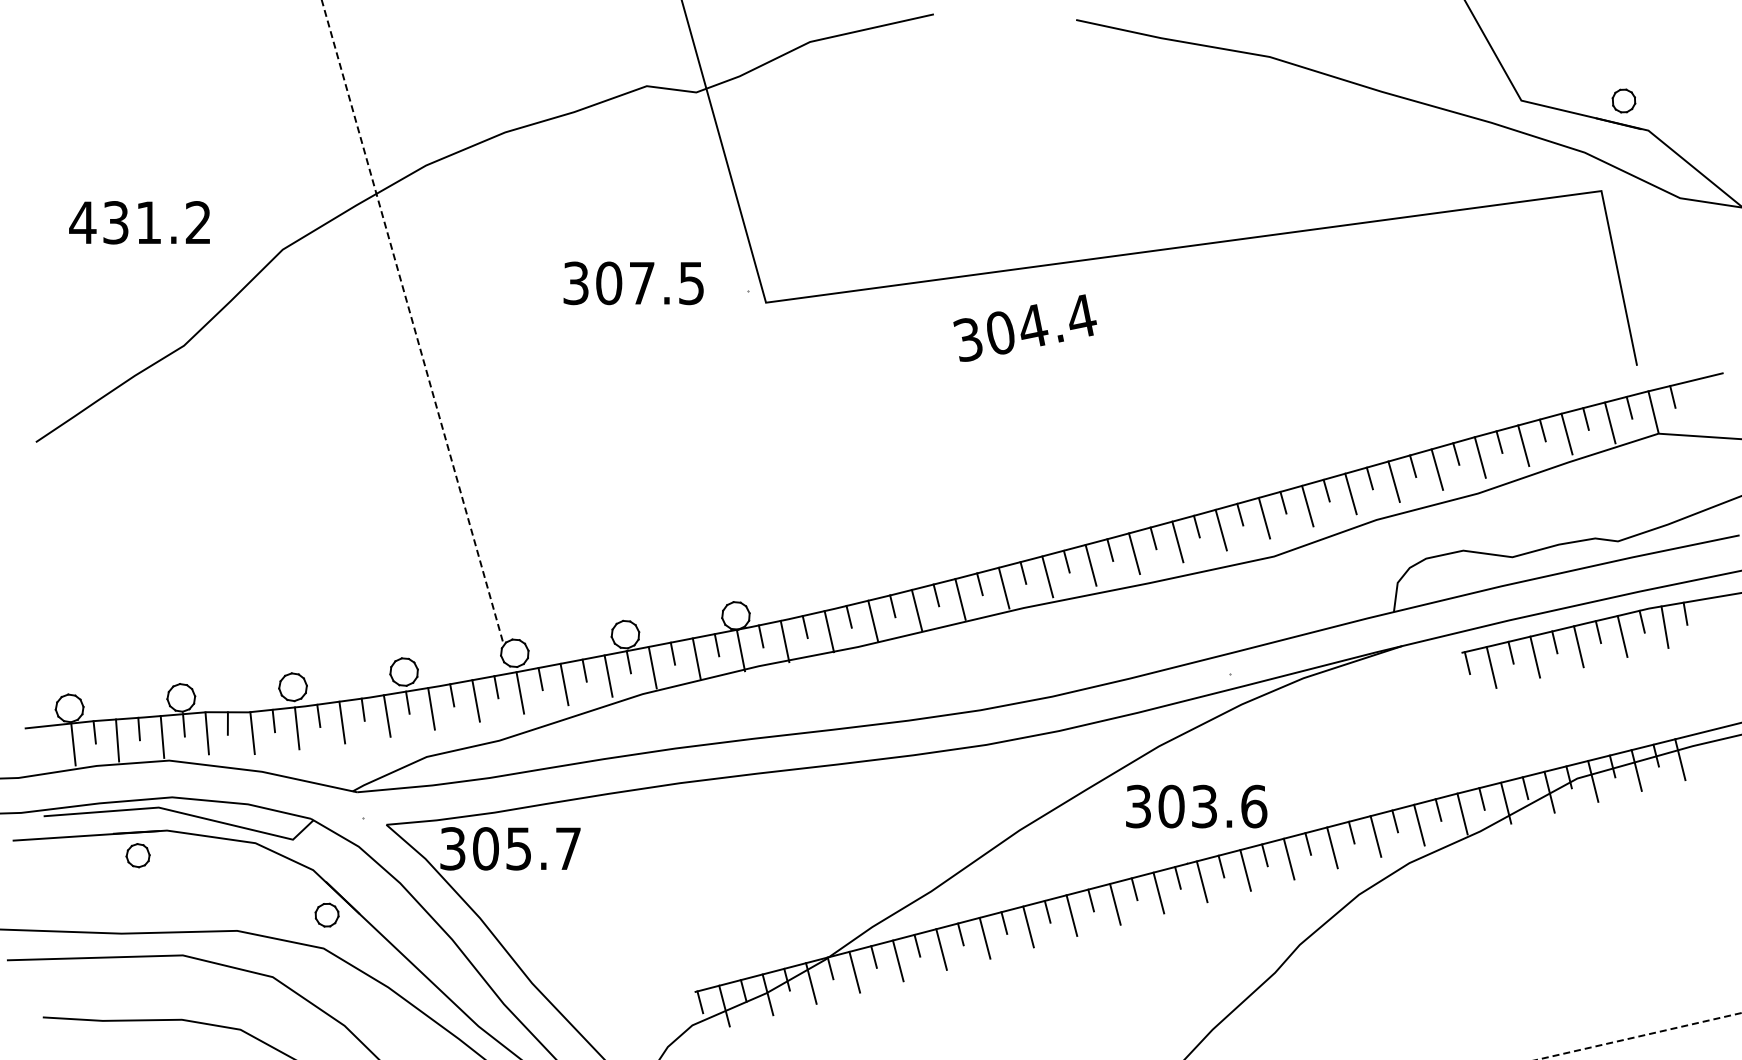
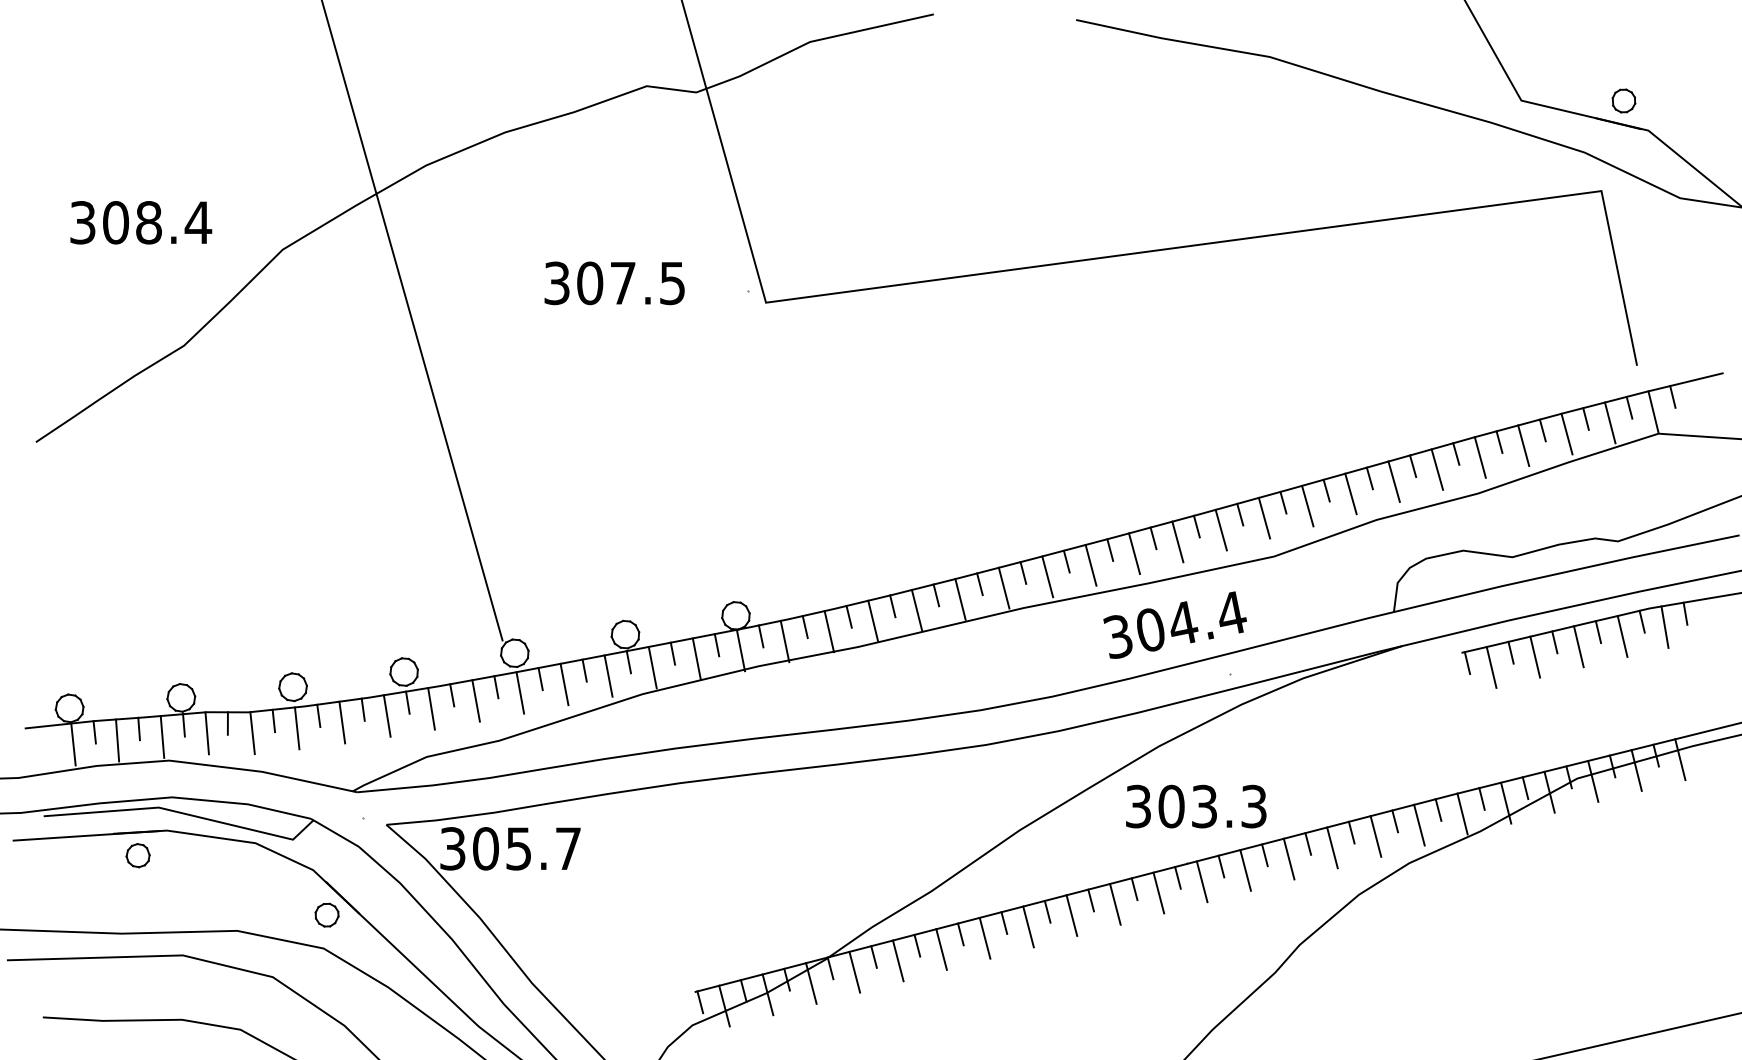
text at (140, 222): 431.2 -> 308.4
text at (633, 283) position: (633, 283) -> (614, 283)
line at (412, 320): dashed -> solid
text at (1024, 327) position: (1024, 327) -> (1174, 624)
text at (1254, 806): 303.6 -> 303.3
line at (1639, 1036): dashed -> solid
